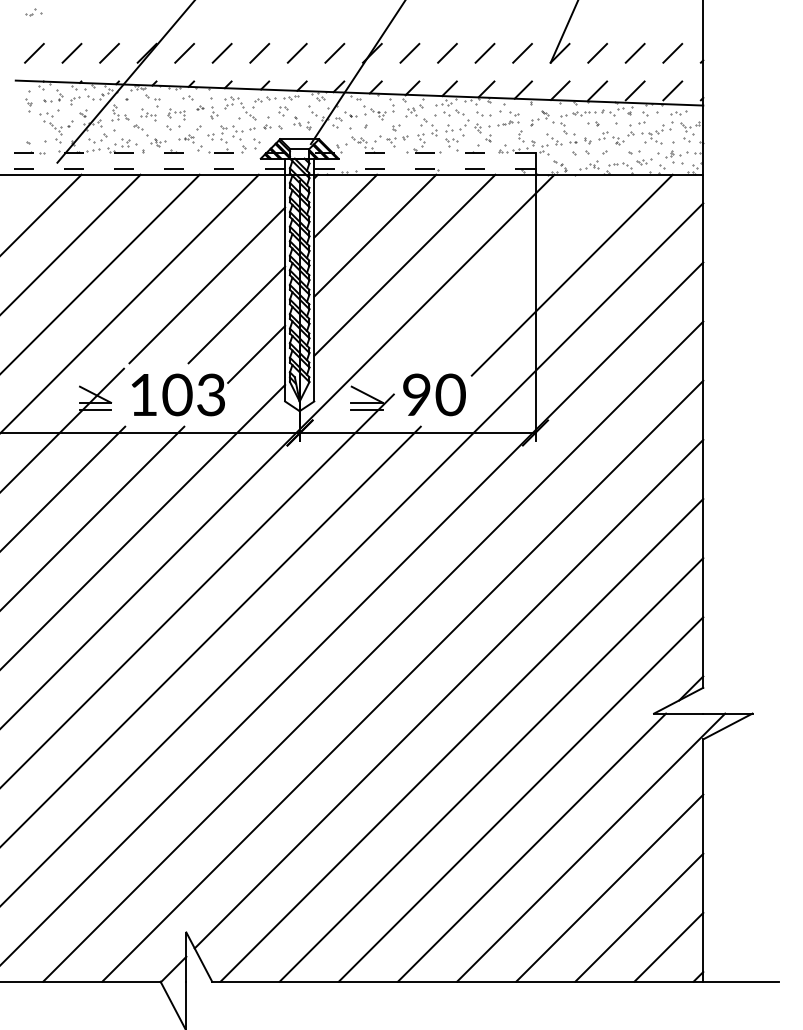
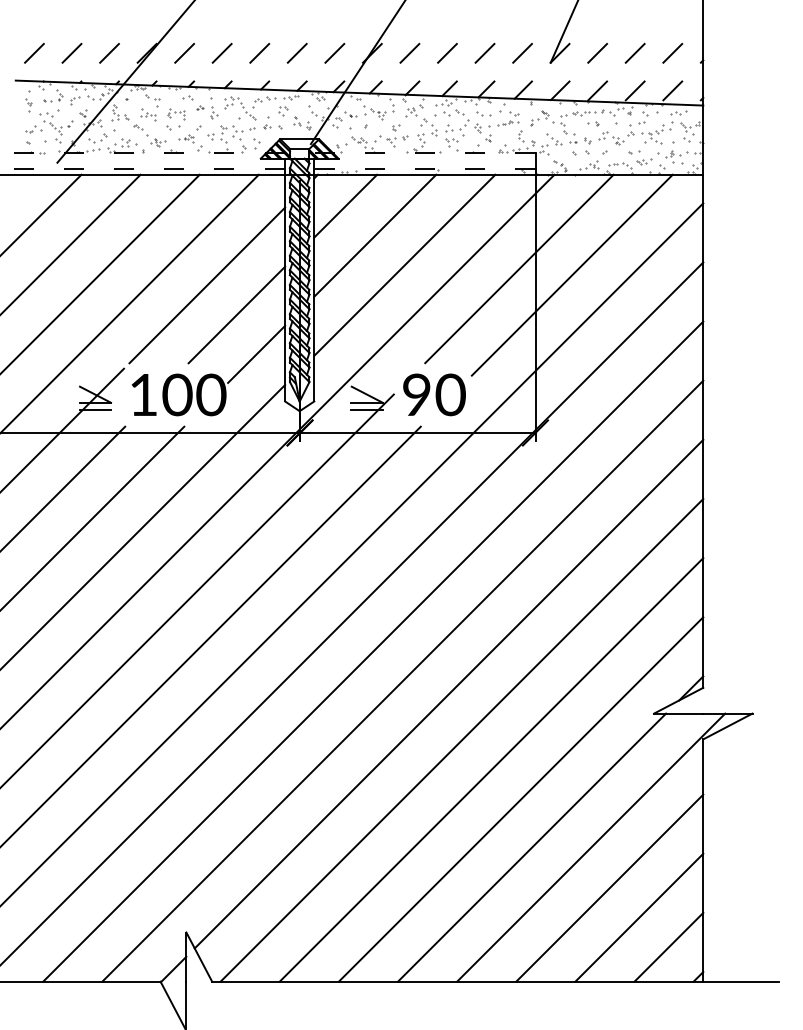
part at (33, 12) position: (33, 12) -> (33, 129)
line at (519, 268): none -> present
text at (211, 394): 103 -> 100
